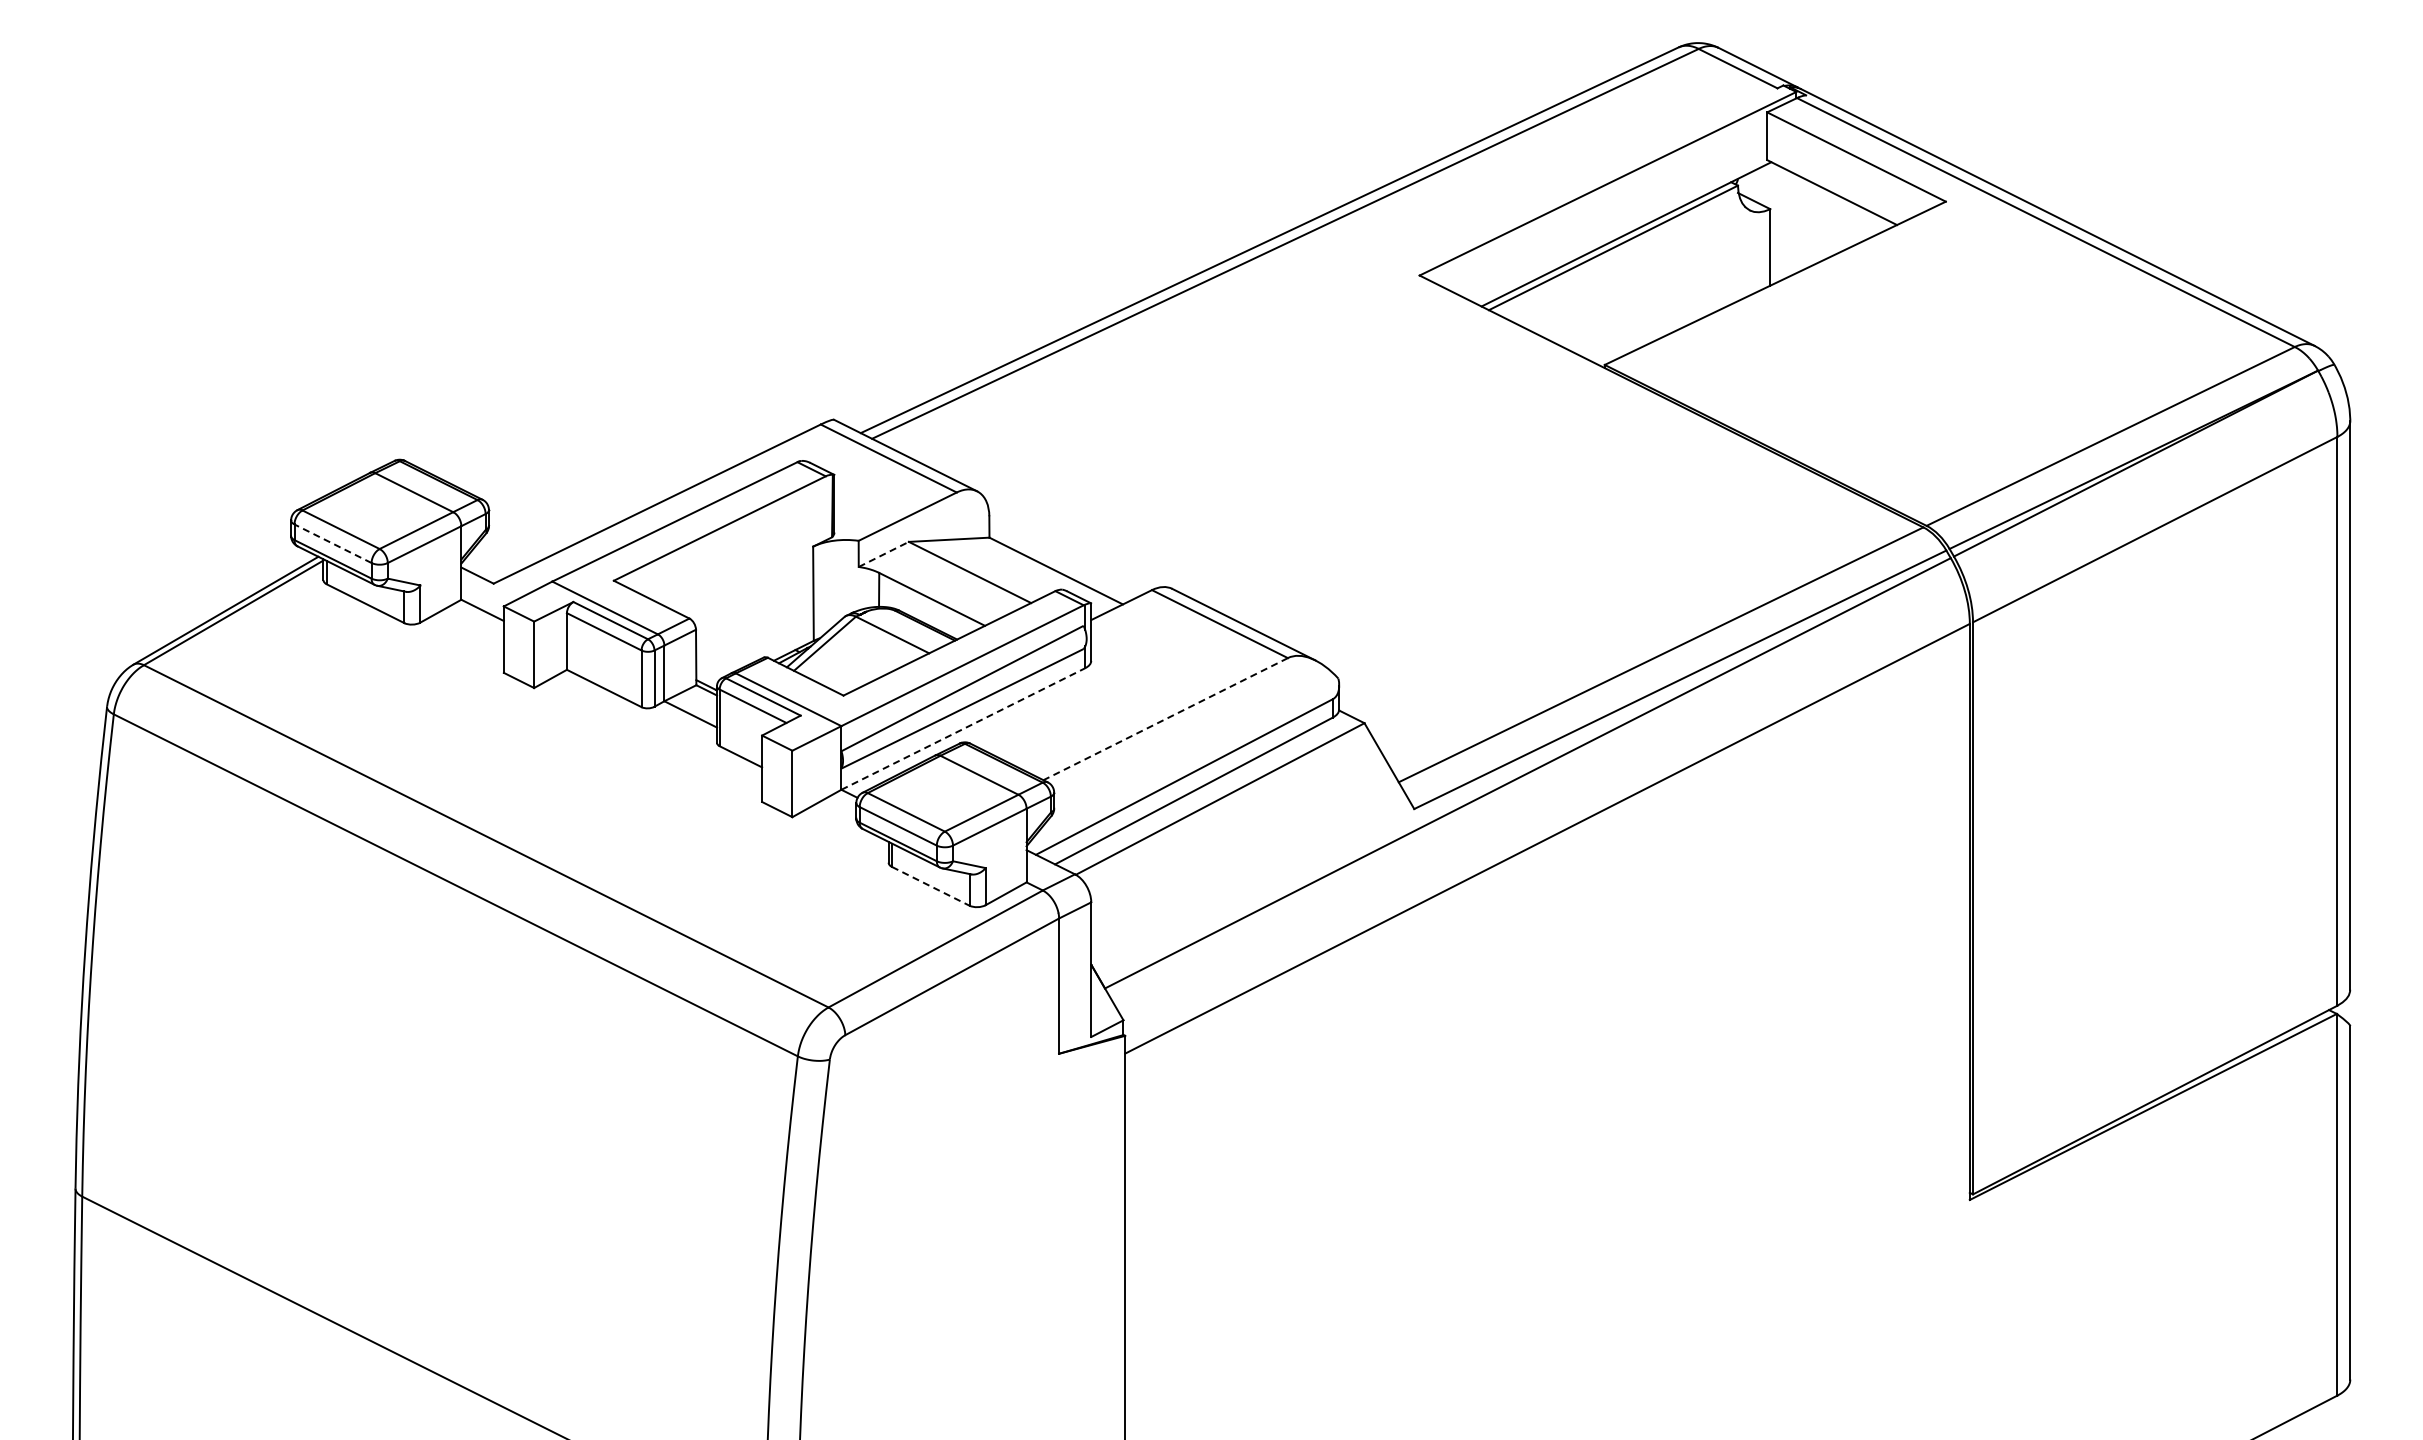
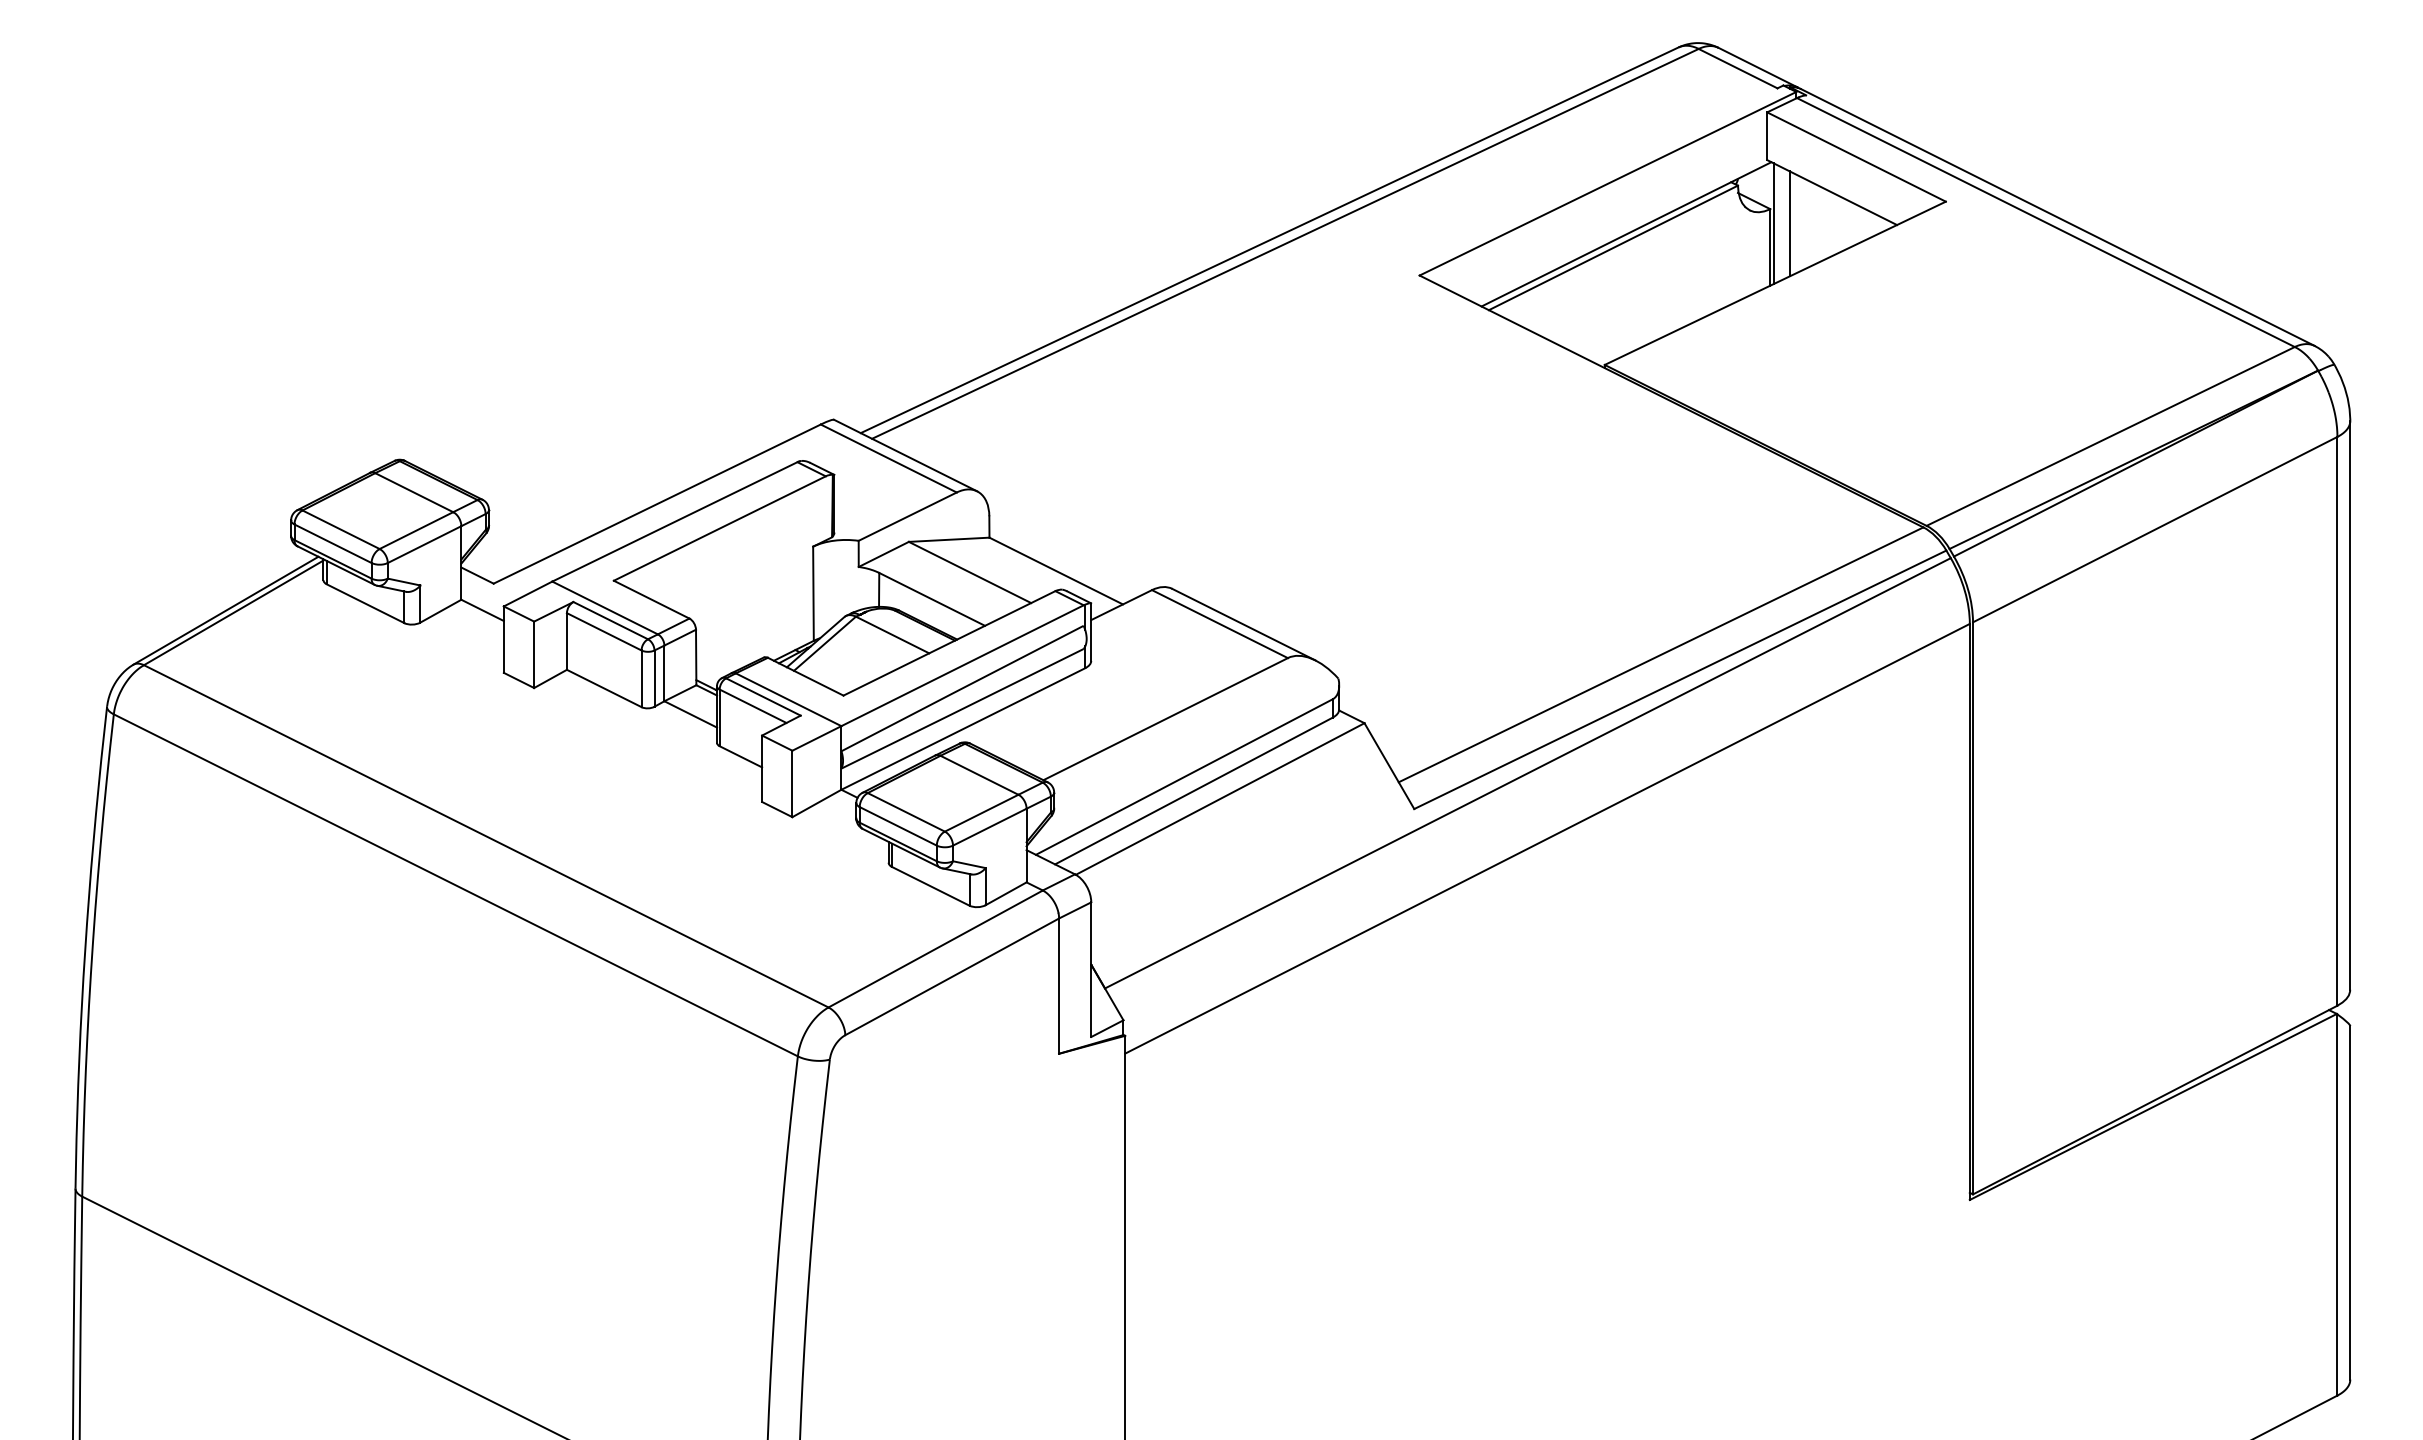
line at (1773, 223): none -> present
line at (1789, 223): none -> present
line at (332, 543): dashed -> solid
line at (884, 554): dashed -> solid
line at (1165, 719): dashed -> solid
line at (963, 728): dashed -> solid
line at (931, 886): dashed -> solid
